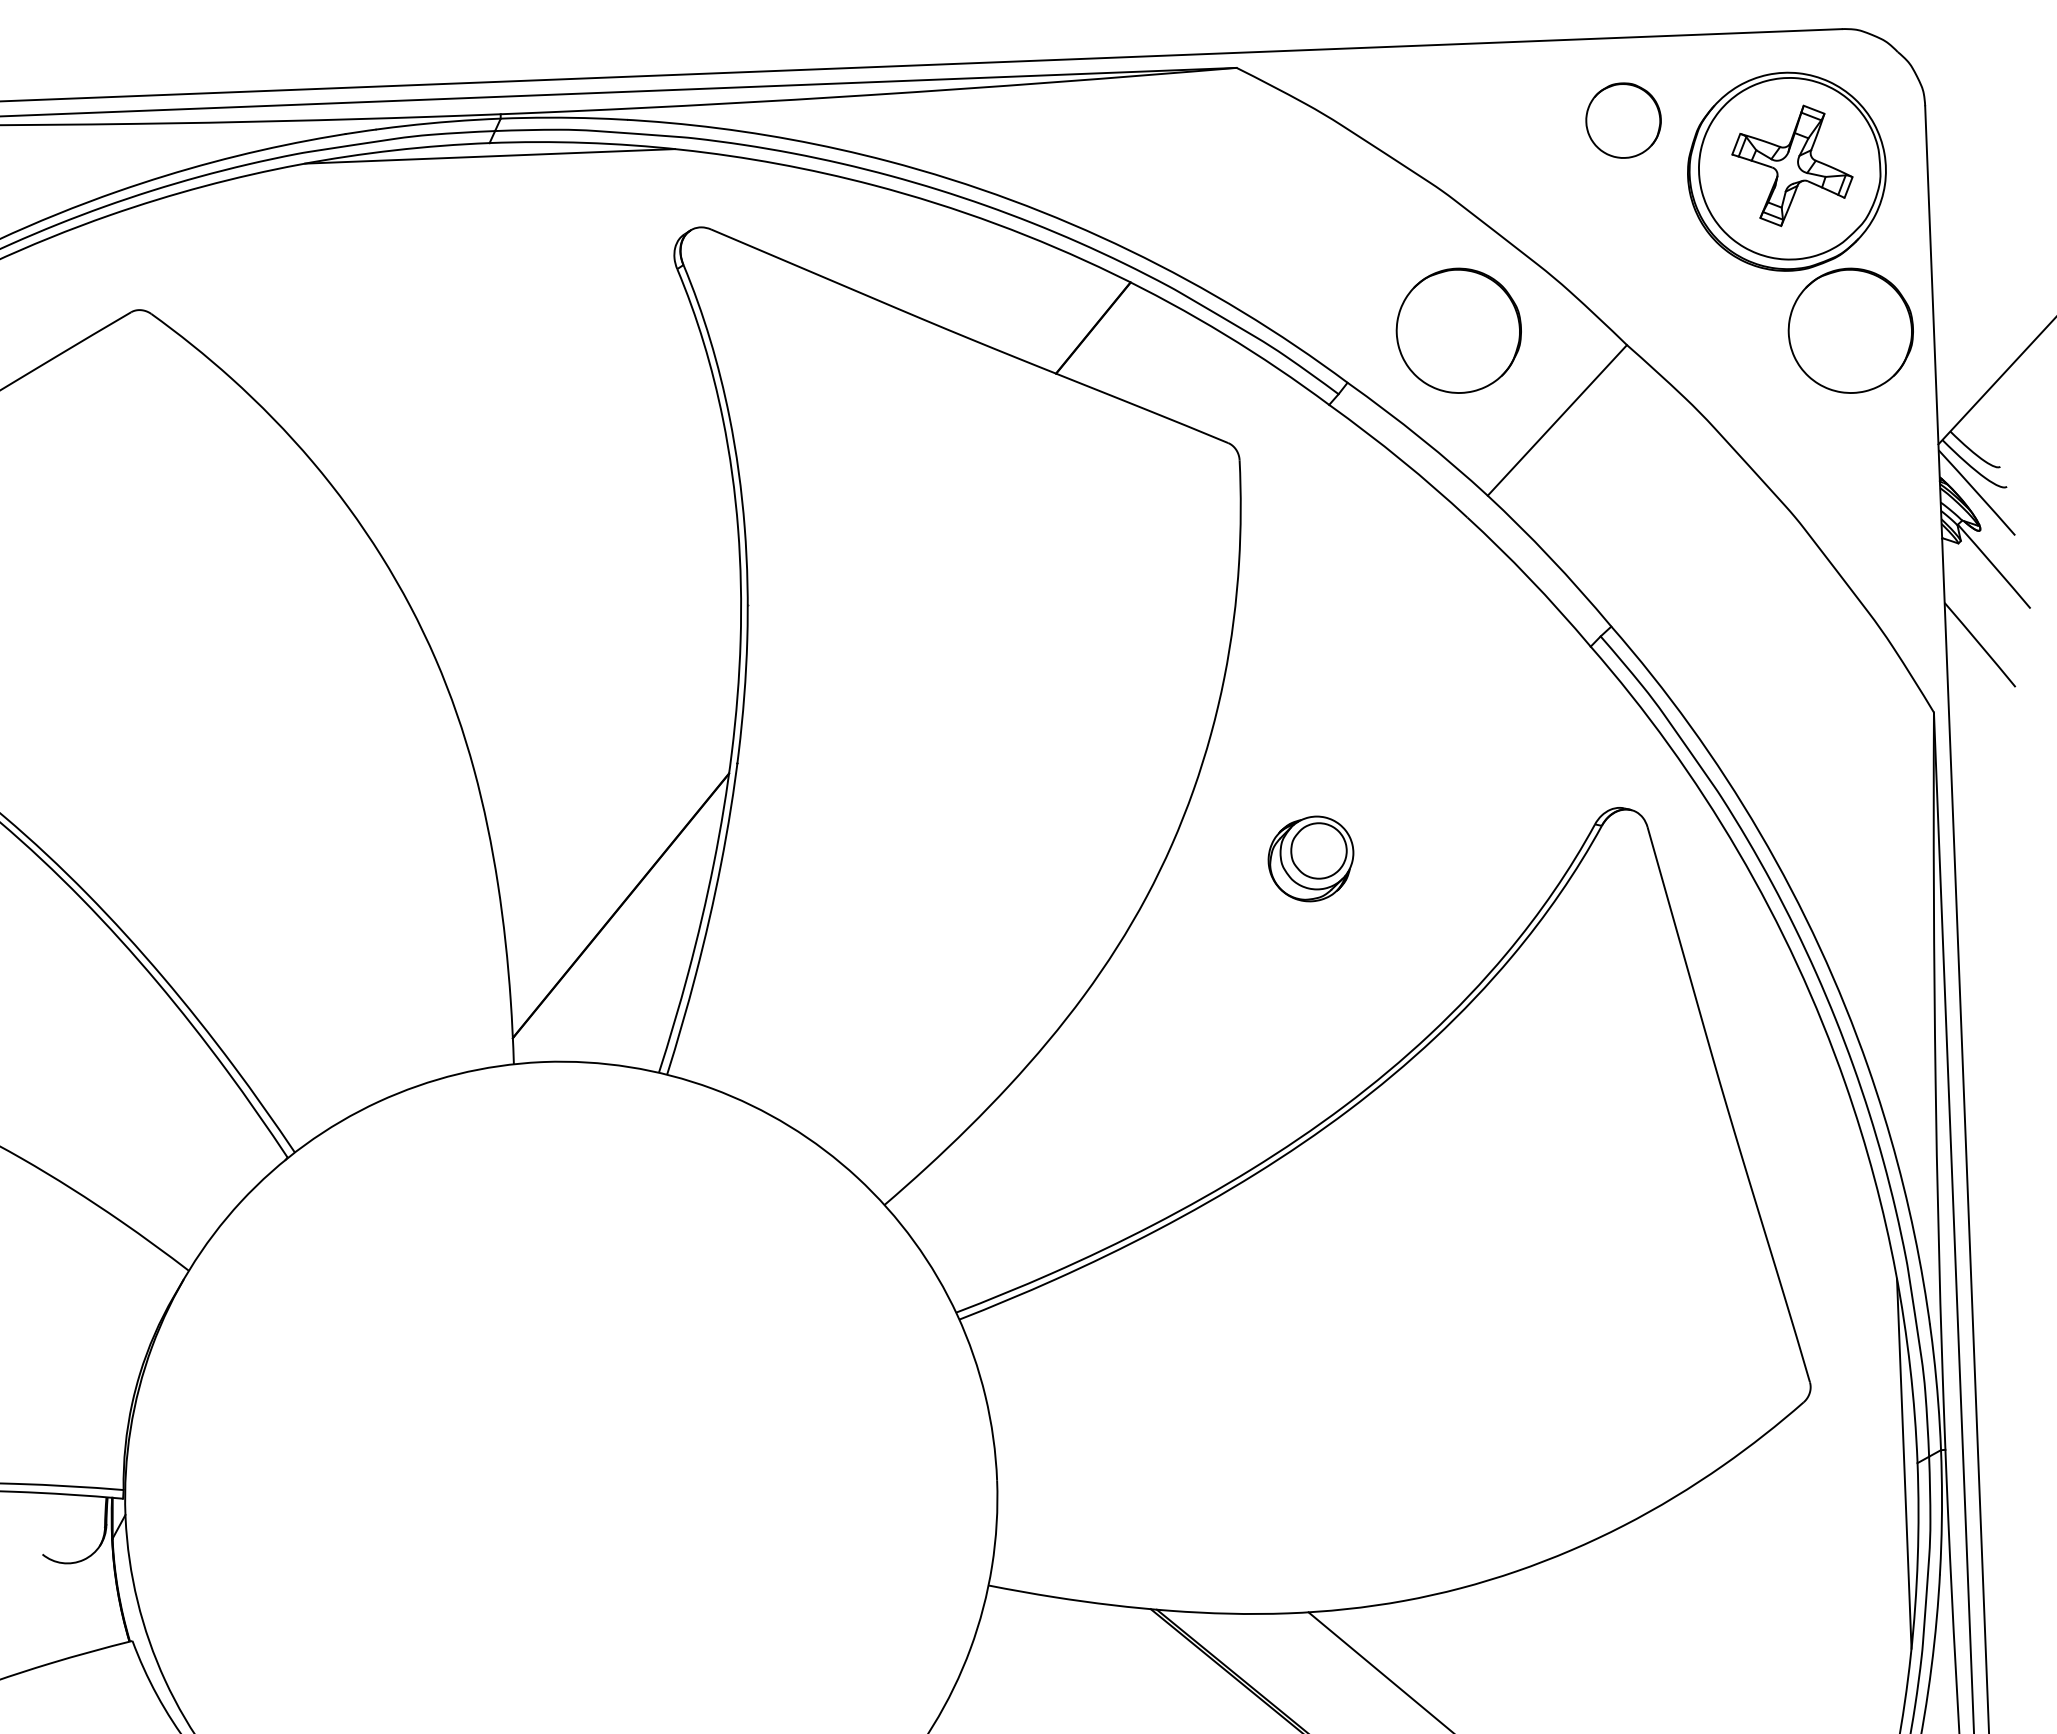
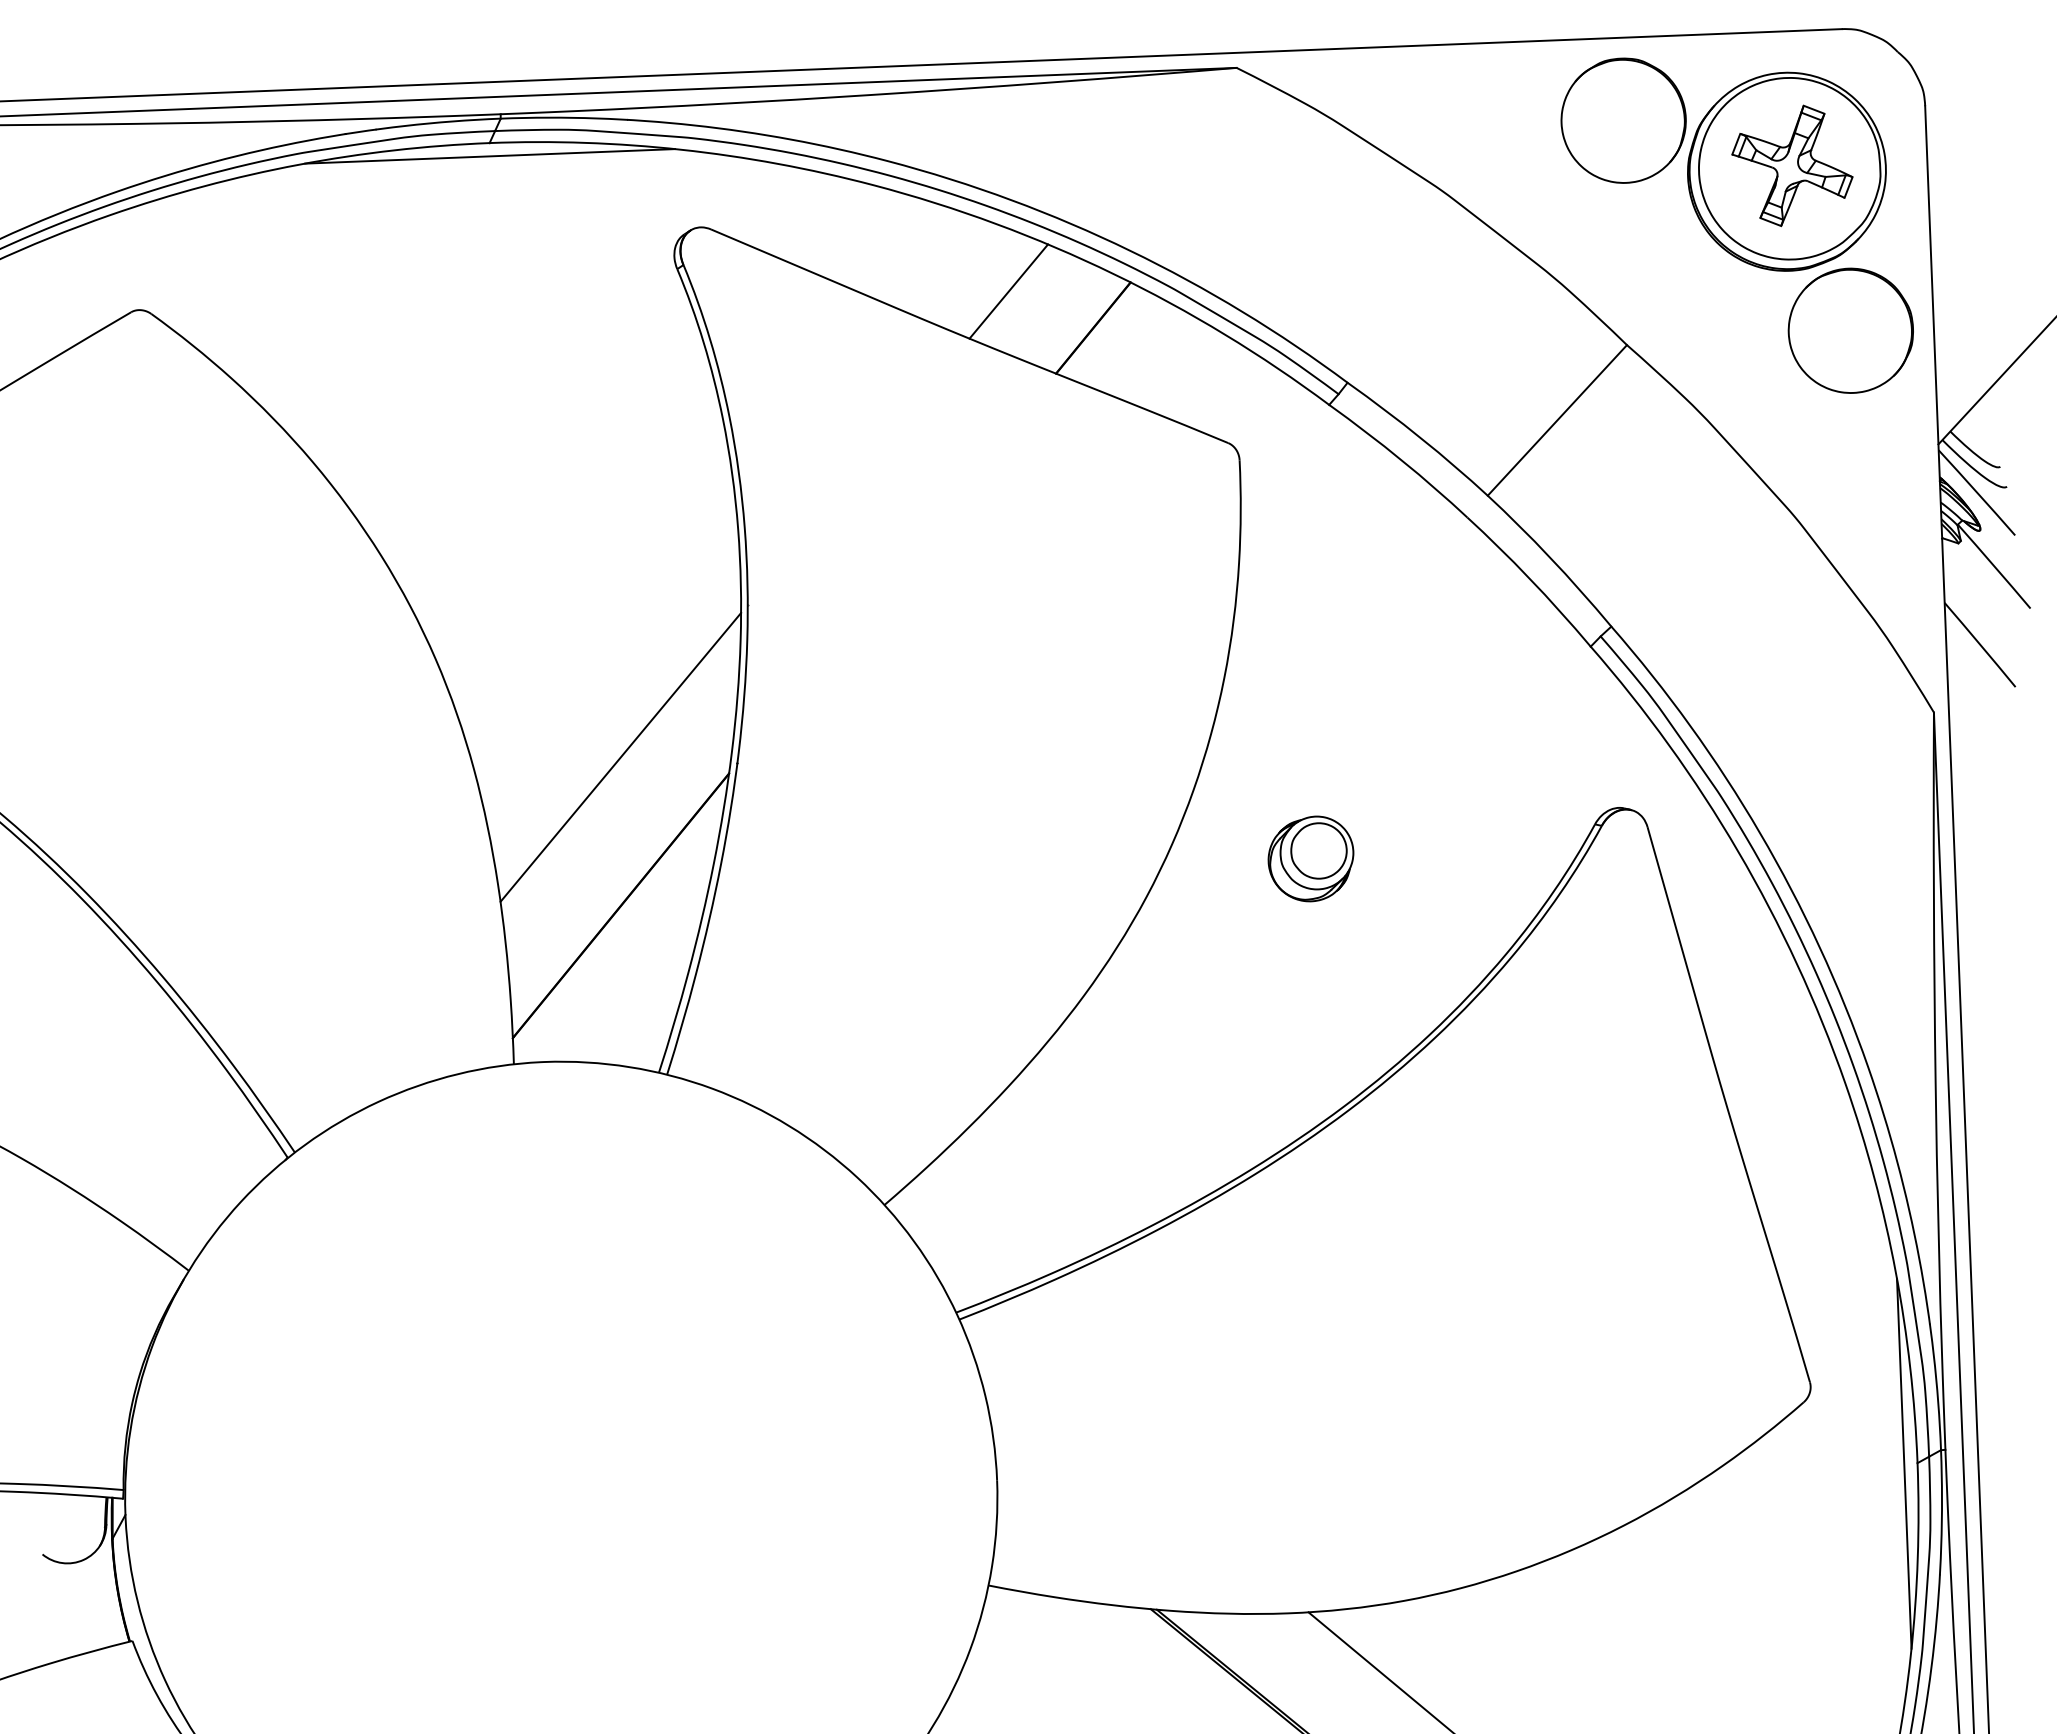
part at (1623, 120) size: 77x77 px -> 127x127 px
line at (1008, 291): none -> present
part at (1458, 330): present -> none
line at (620, 756): none -> present
